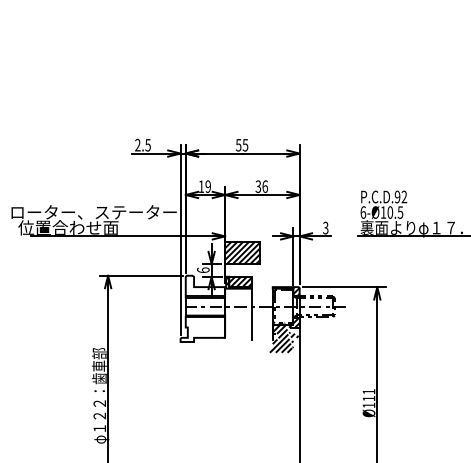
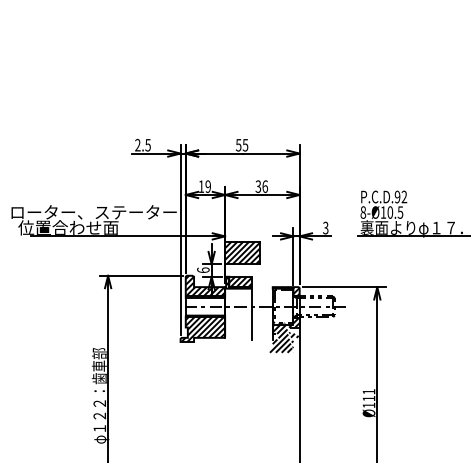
text at (363, 212): 6-Ø10.5 -> 8-Ø10.5
hatch at (205, 286): none -> present
hatch at (203, 328): none -> present
